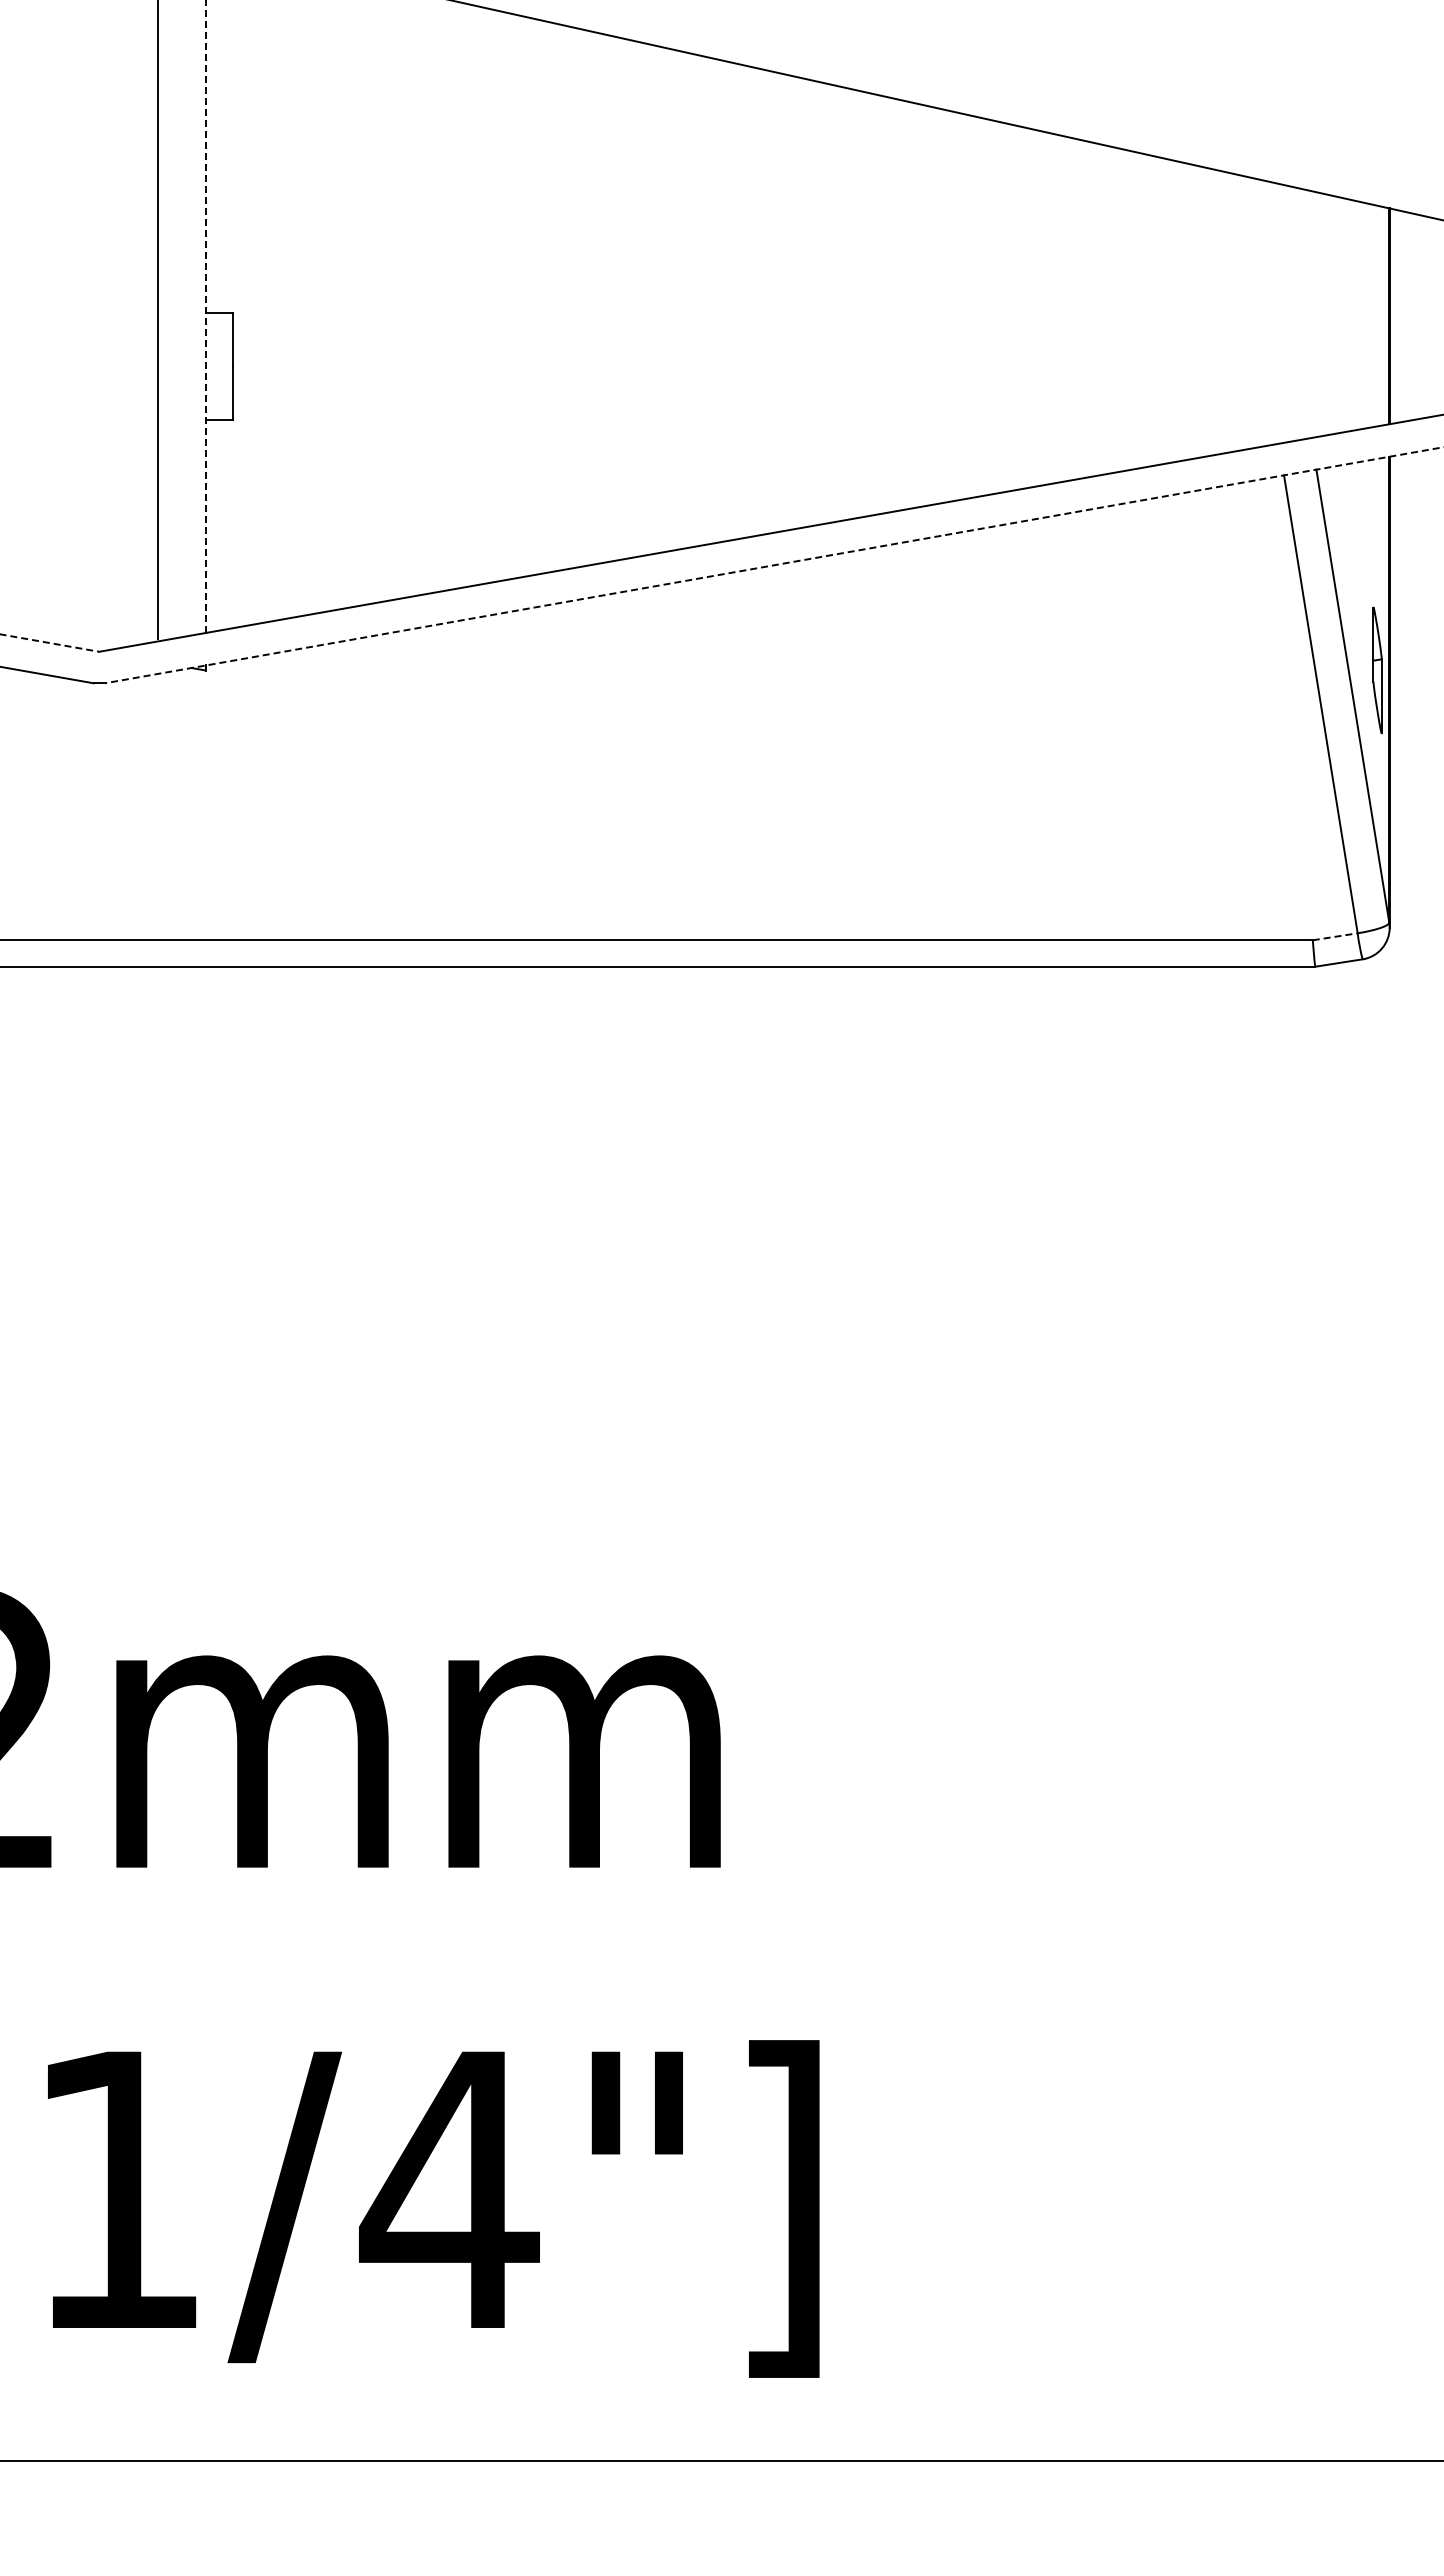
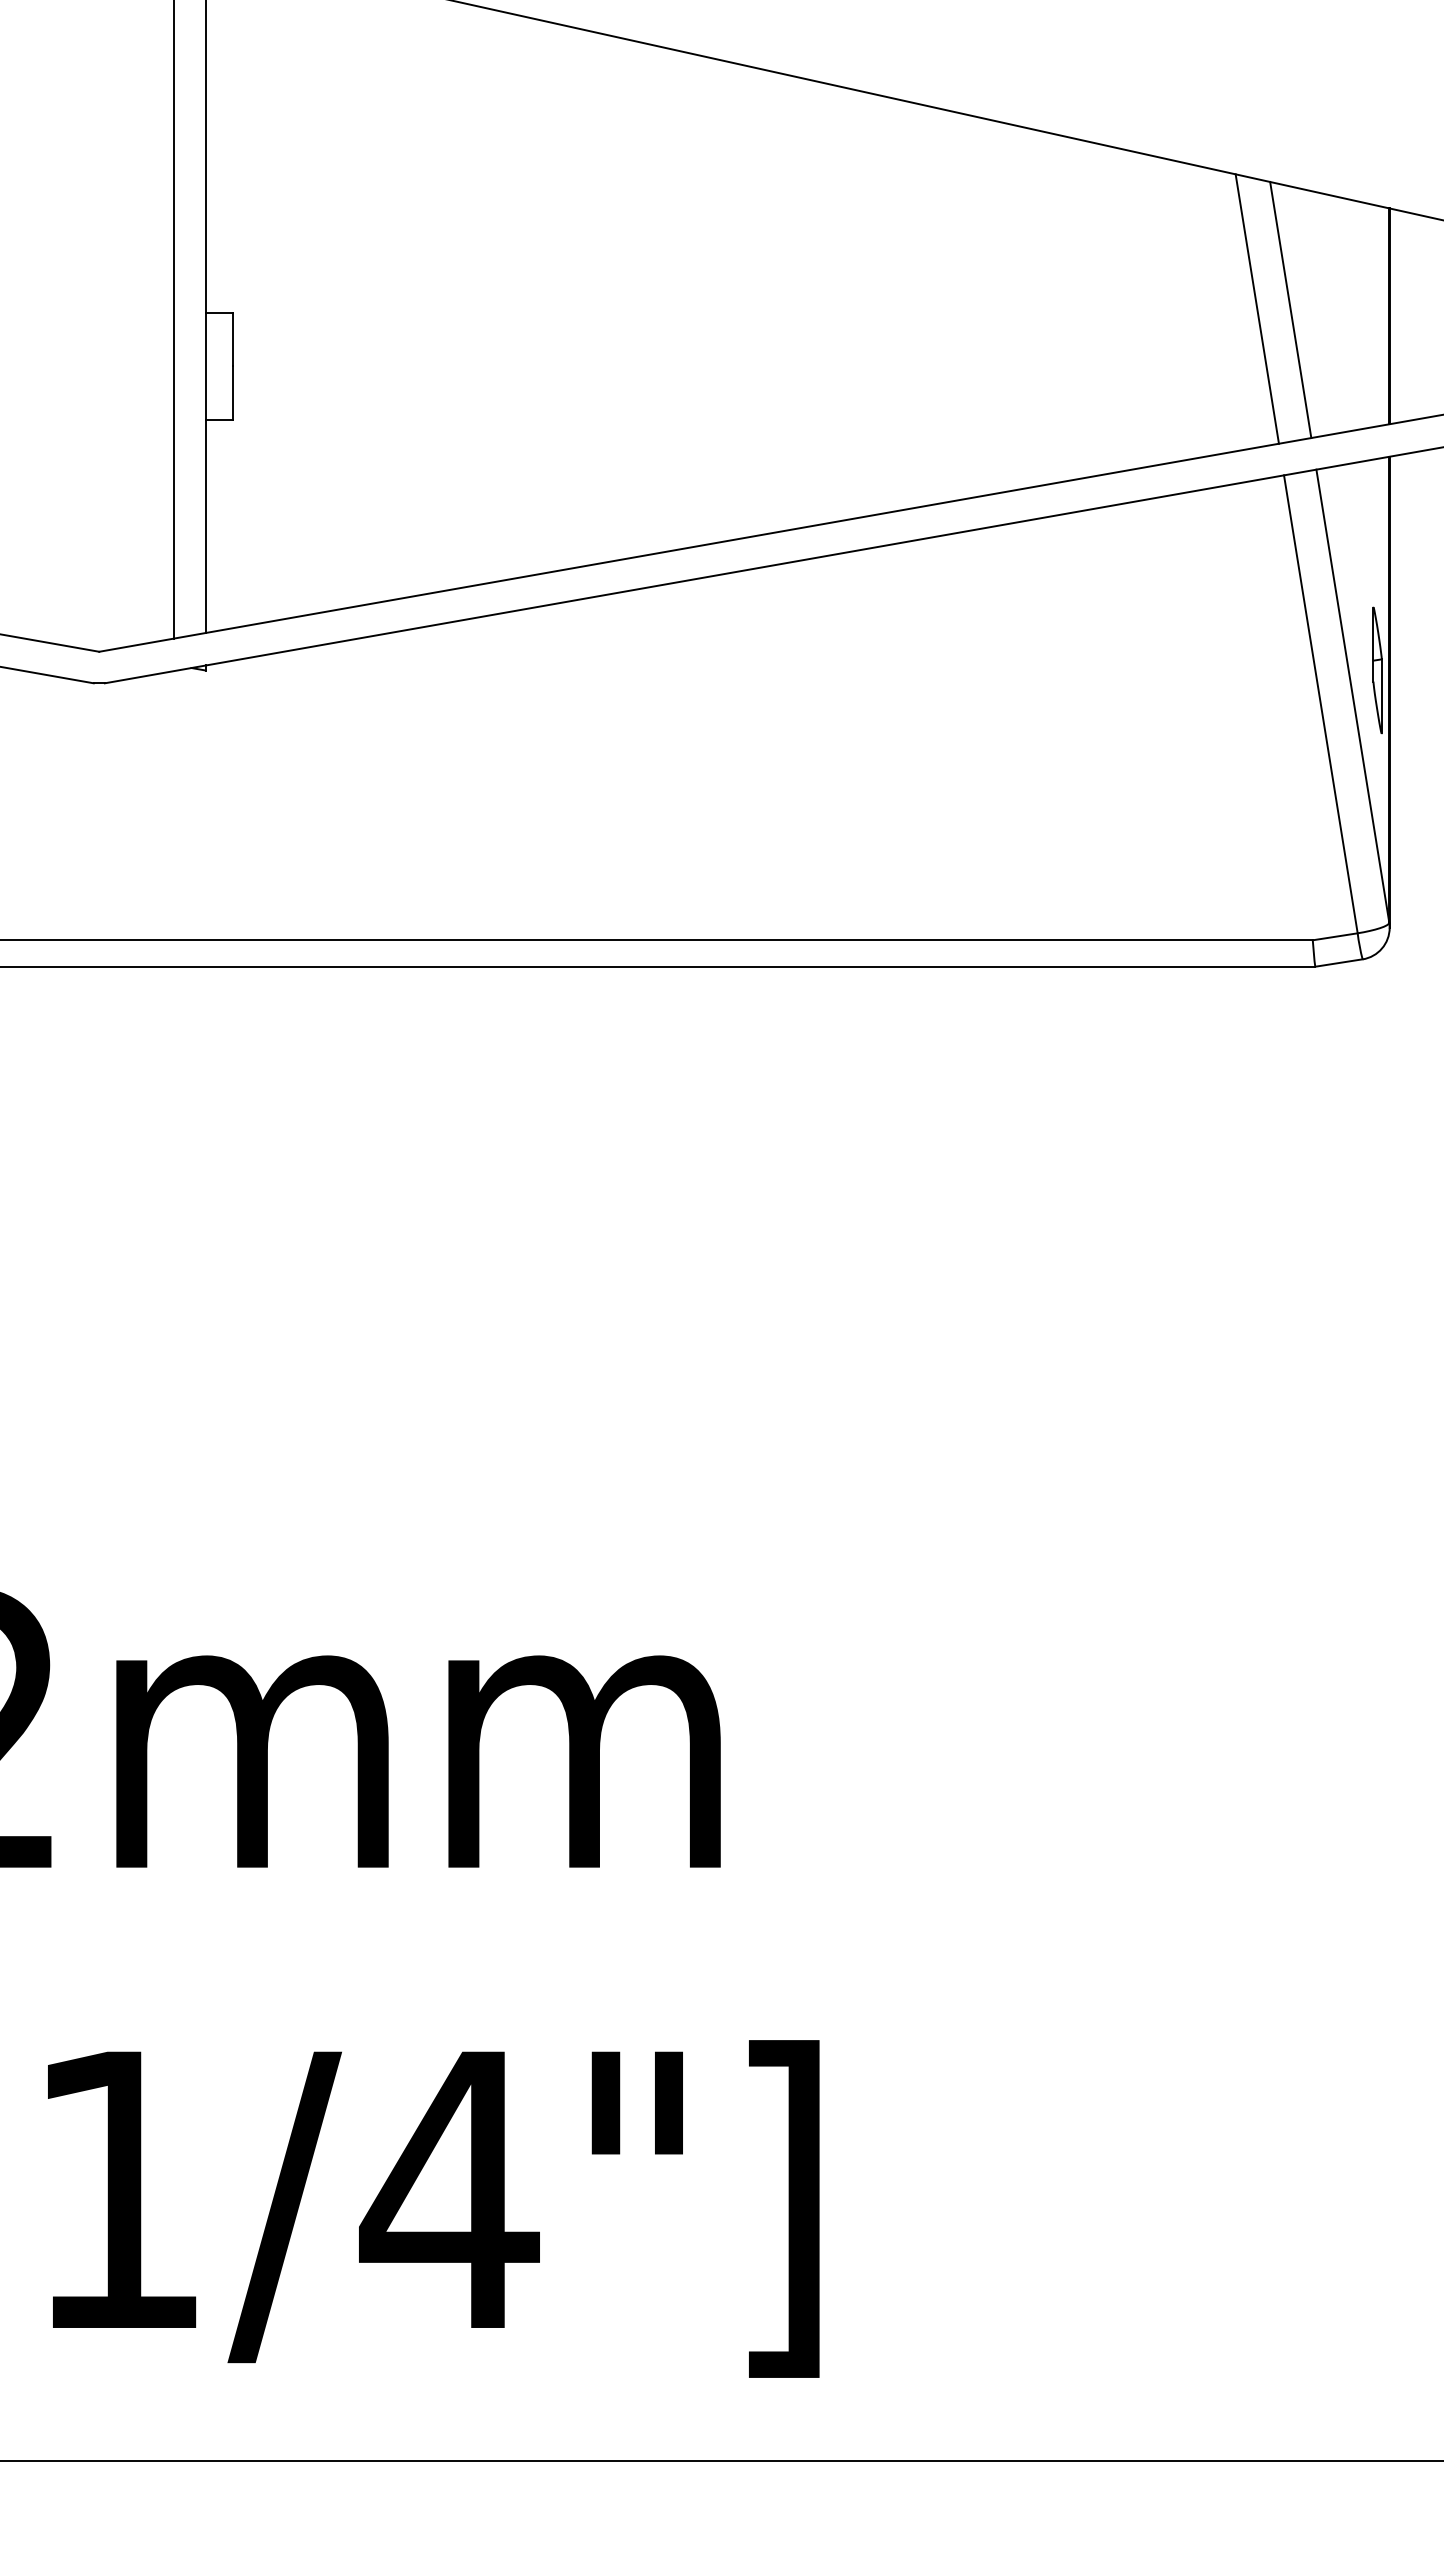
line at (1256, 308): none -> present
line at (1290, 309): none -> present
line at (205, 316): dashed -> solid
line at (157, 320) position: (157, 320) -> (173, 320)
line at (774, 565): dashed -> solid
line at (50, 643): dashed -> solid
line at (1335, 936): dashed -> solid
